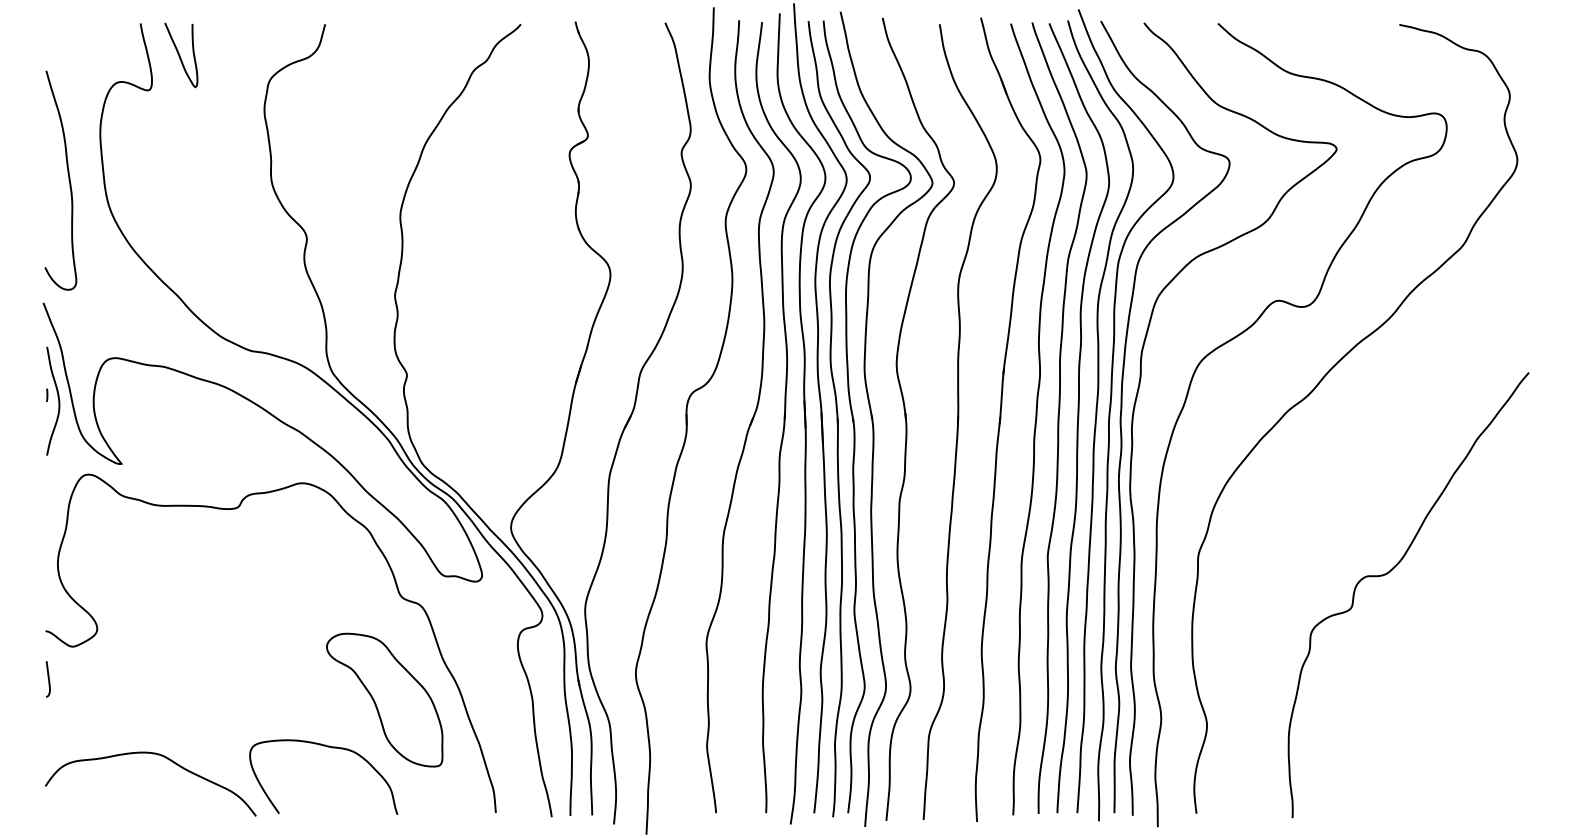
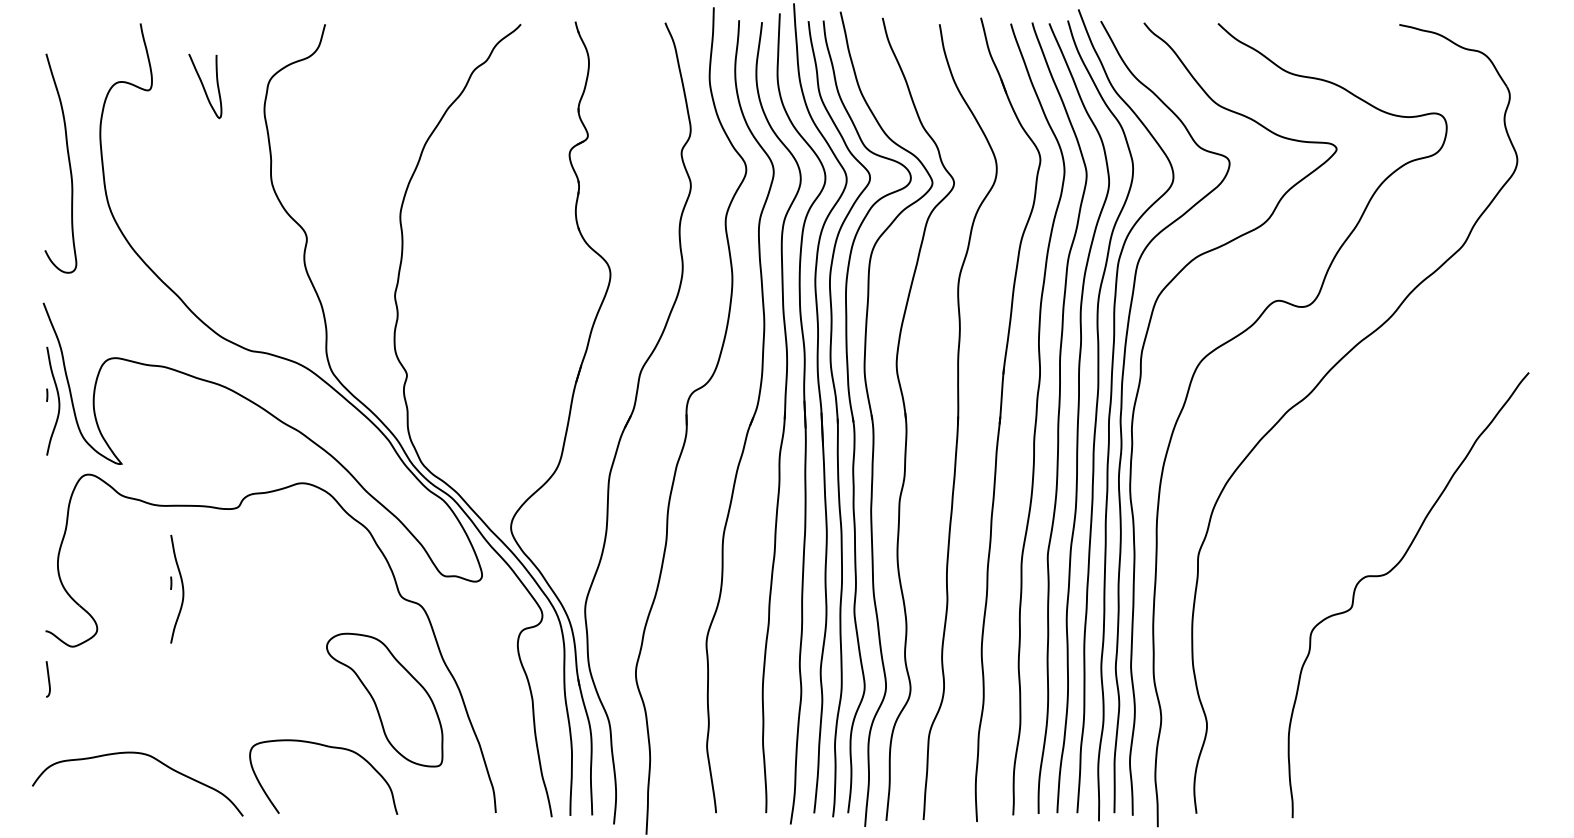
curve at (180, 55) position: (180, 55) -> (204, 86)
curve at (68, 180) position: (68, 180) -> (68, 163)
part at (177, 588): none -> present
curve at (157, 755) position: (157, 755) -> (144, 755)
